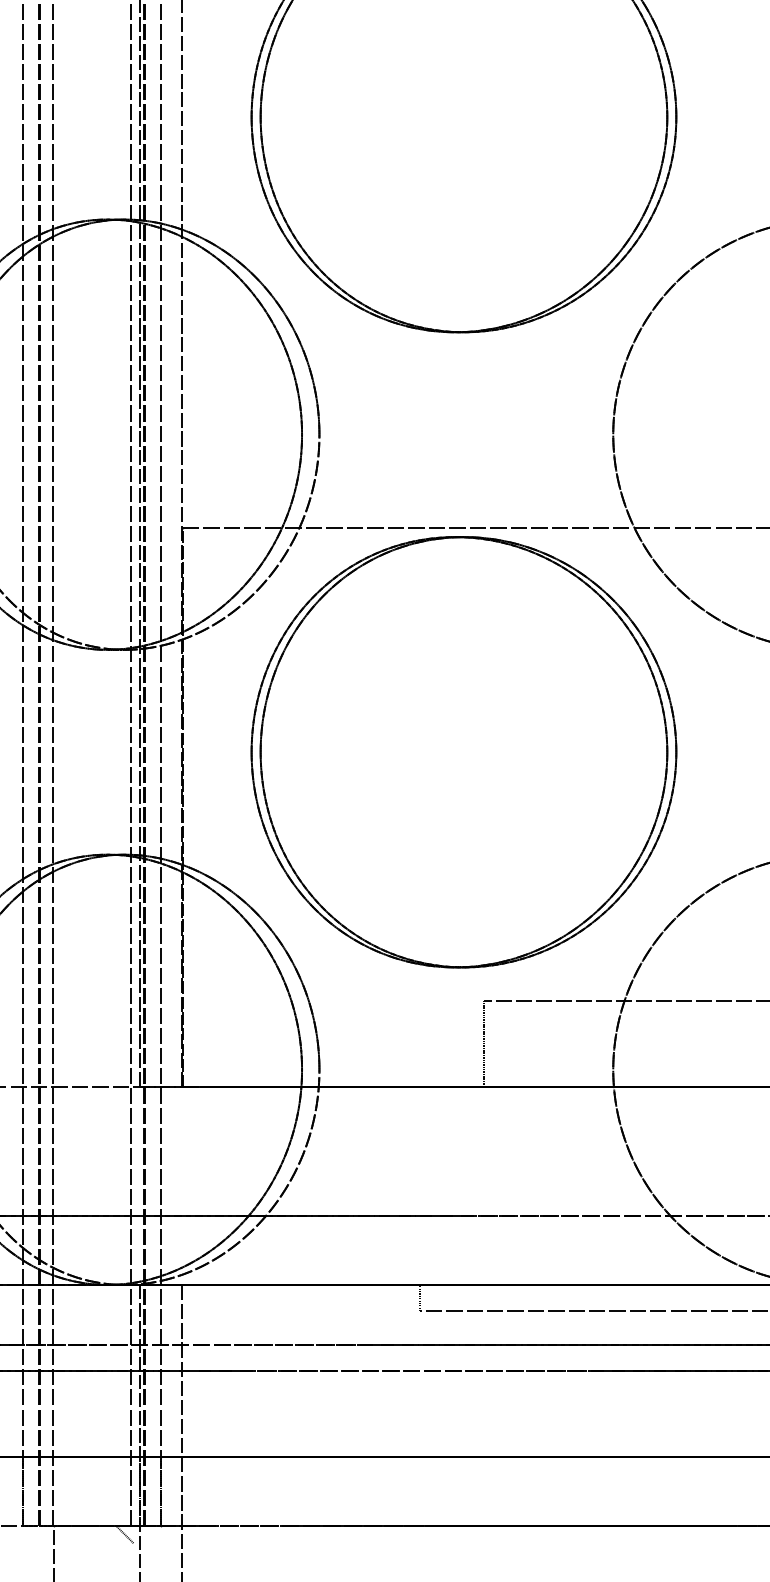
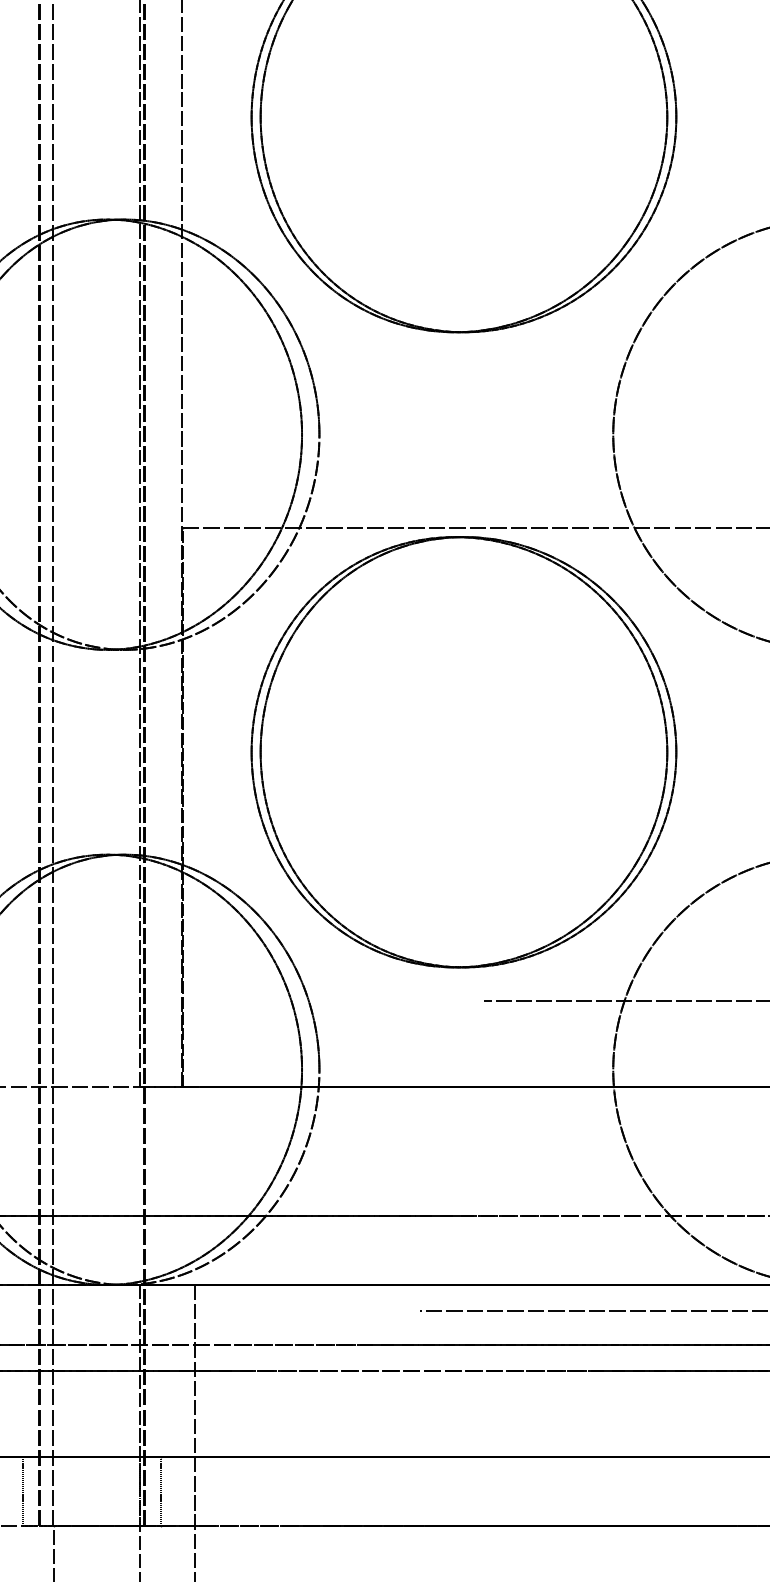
line at (23, 763): present -> none
line at (130, 763): present -> none
line at (160, 763): present -> none
line at (484, 1044): present -> none
line at (419, 1297): present -> none
line at (182, 1431) position: (182, 1431) -> (195, 1431)
line at (124, 1534): present -> none
